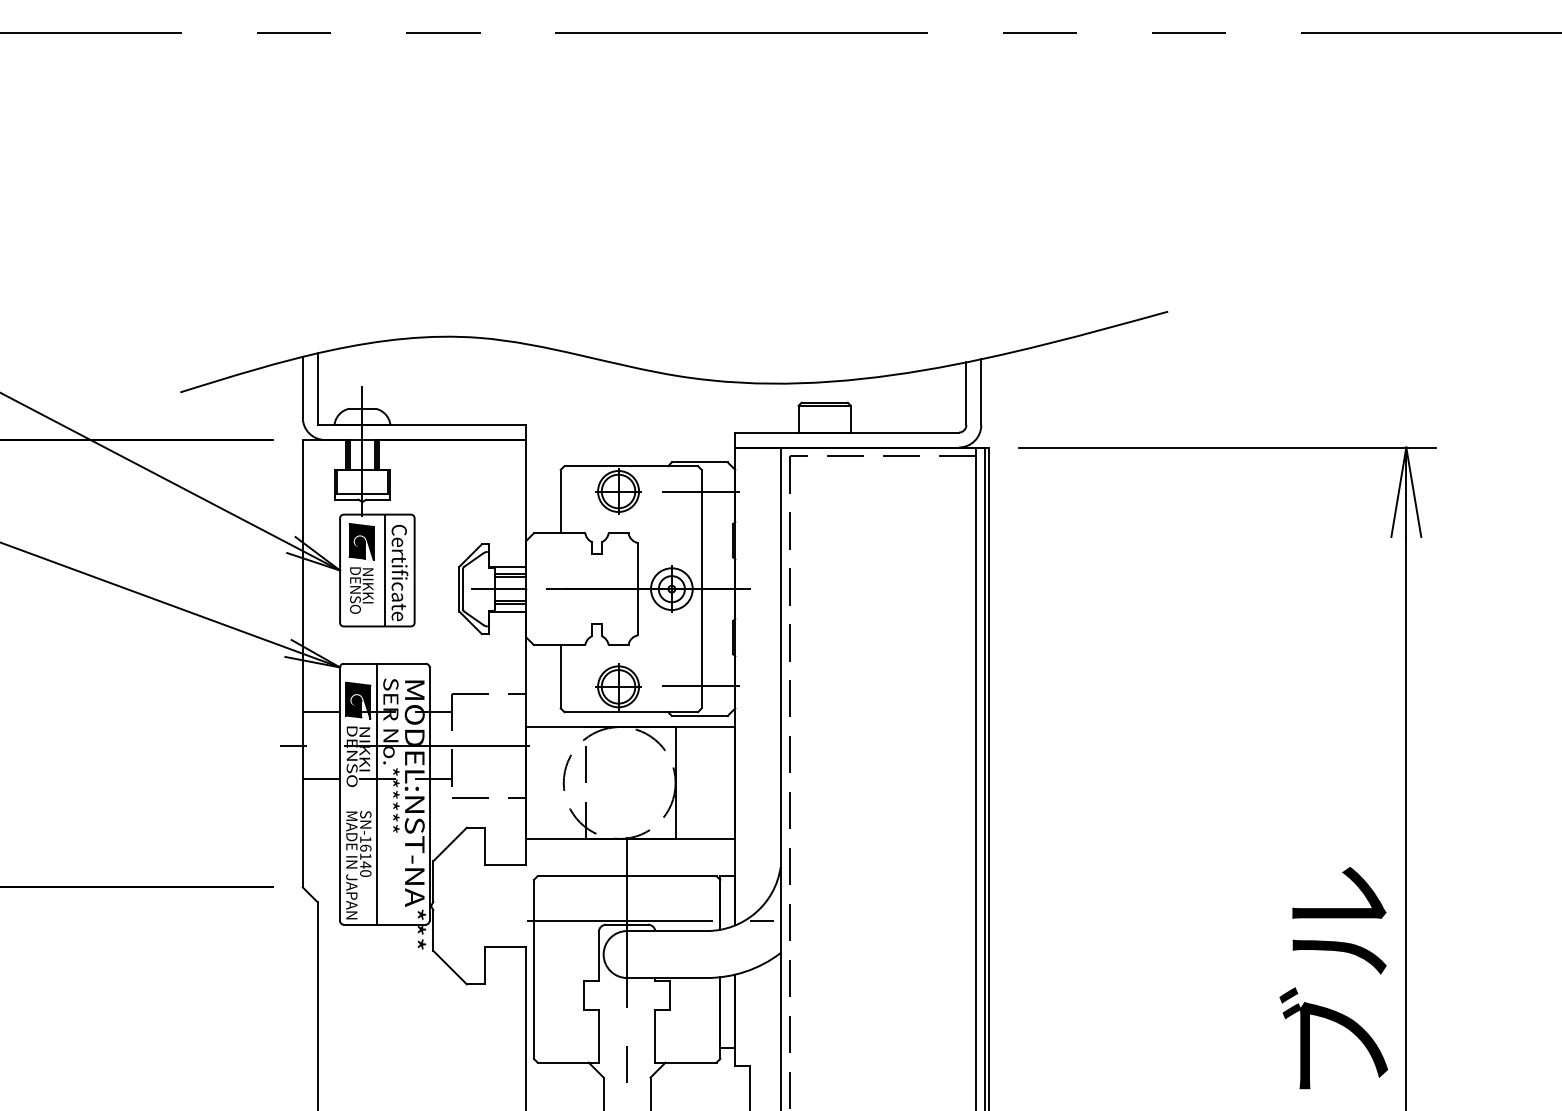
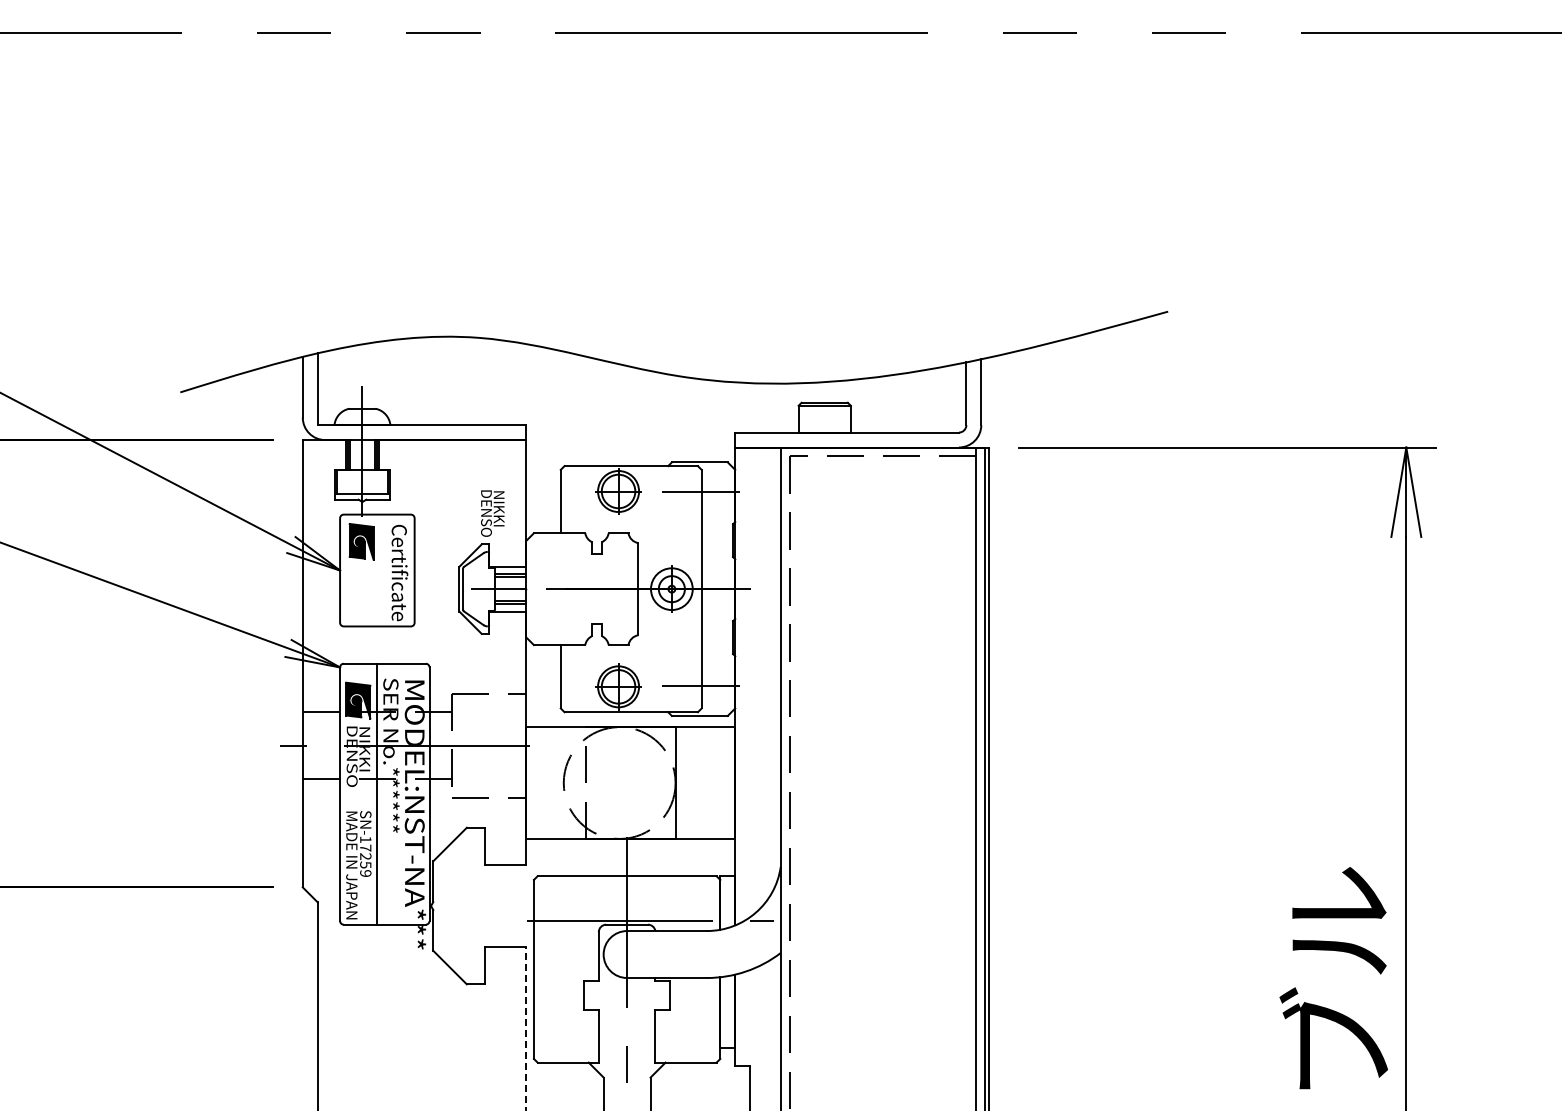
line at (384, 570): present -> none
text at (361, 590) position: (361, 590) -> (492, 513)
text at (365, 860): SN-16140 -> SN-17259
line at (526, 1028): solid -> dashed
